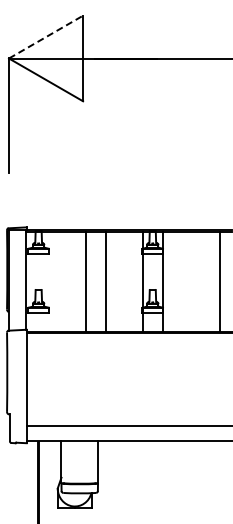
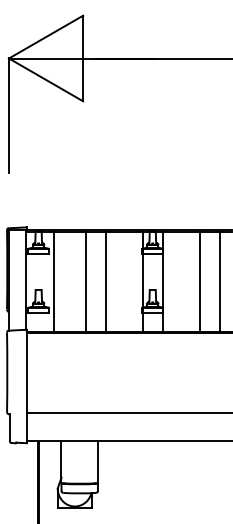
line at (46, 37): dashed -> solid
line at (53, 281): none -> present
line at (199, 281): none -> present
line at (127, 426) position: (127, 426) -> (127, 413)
